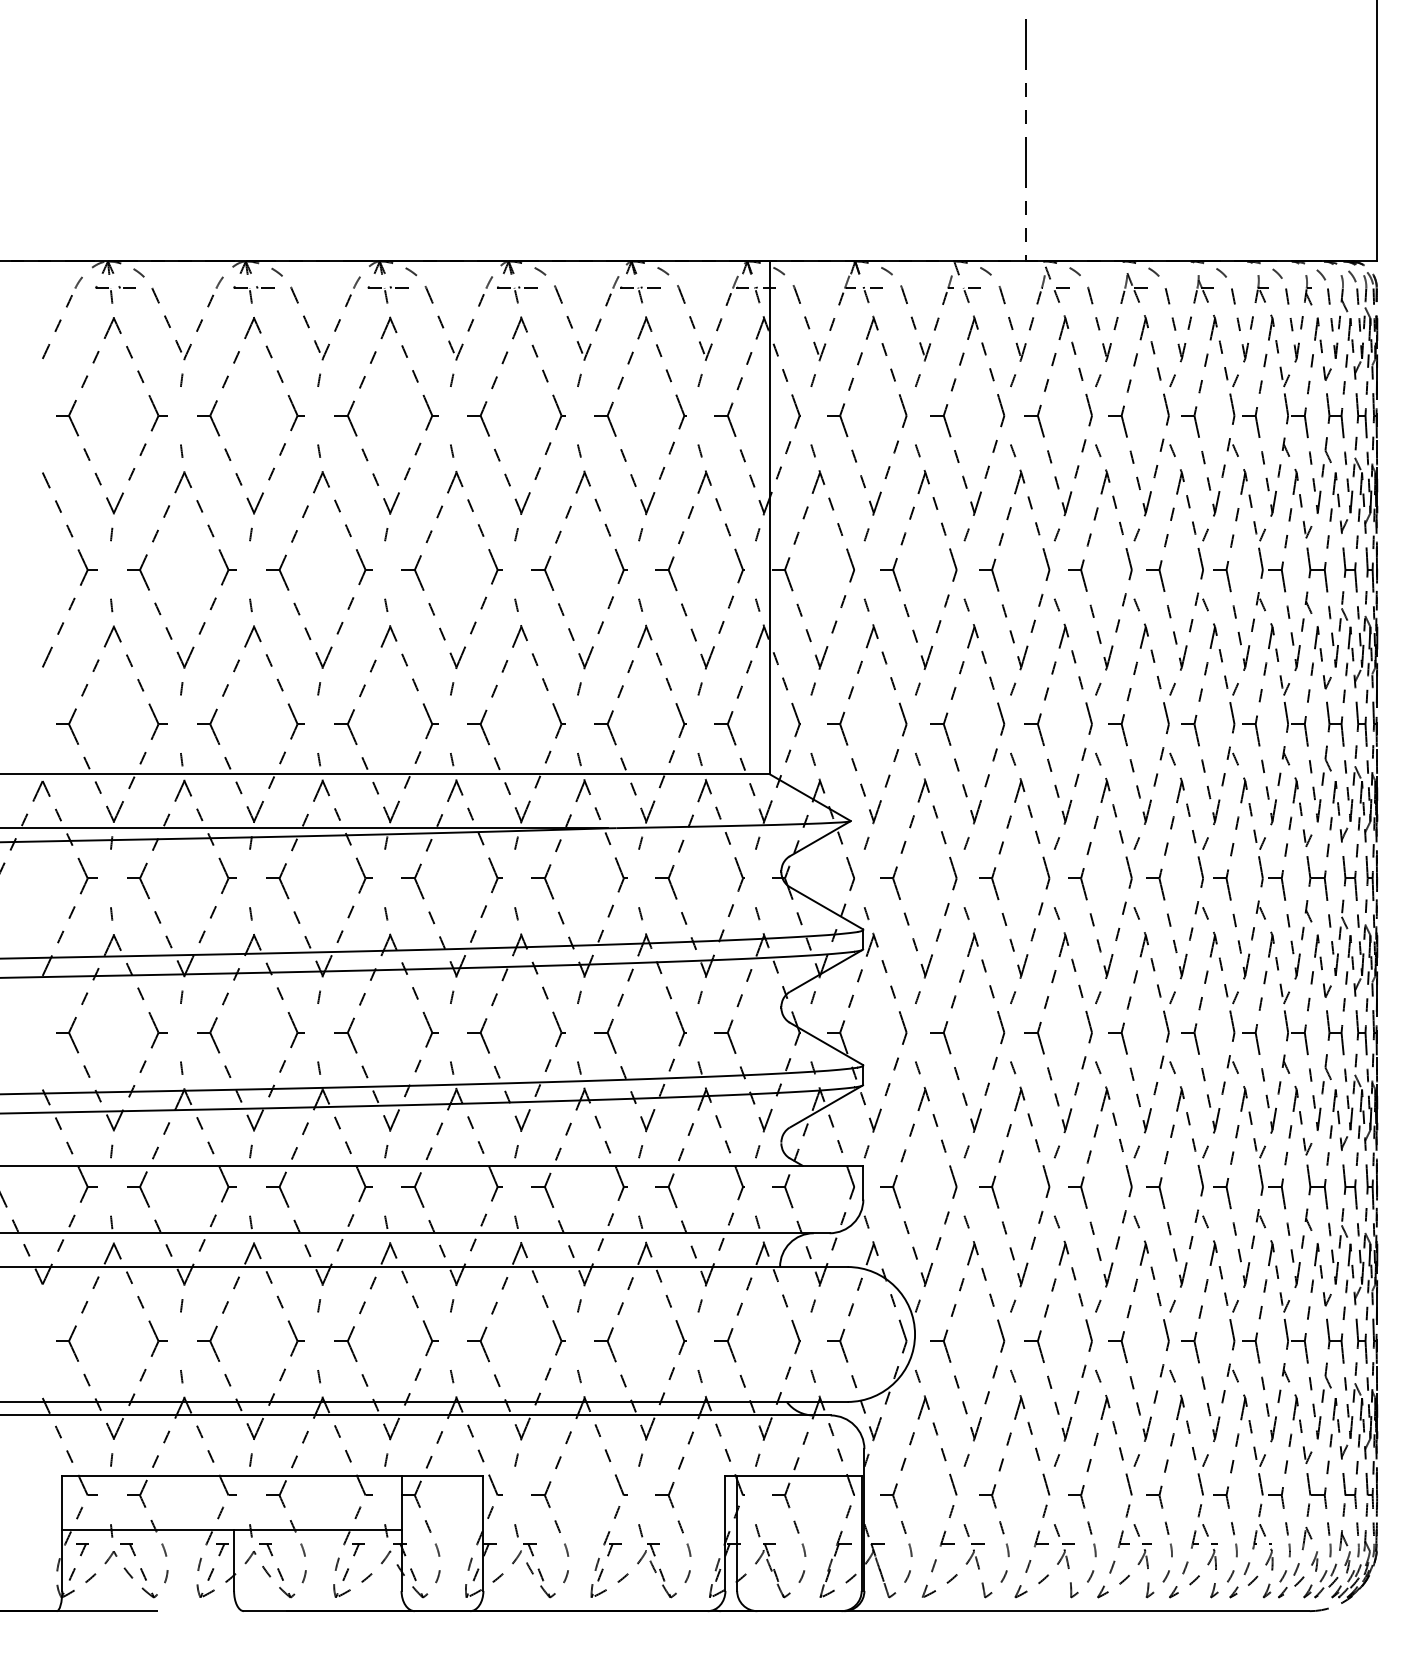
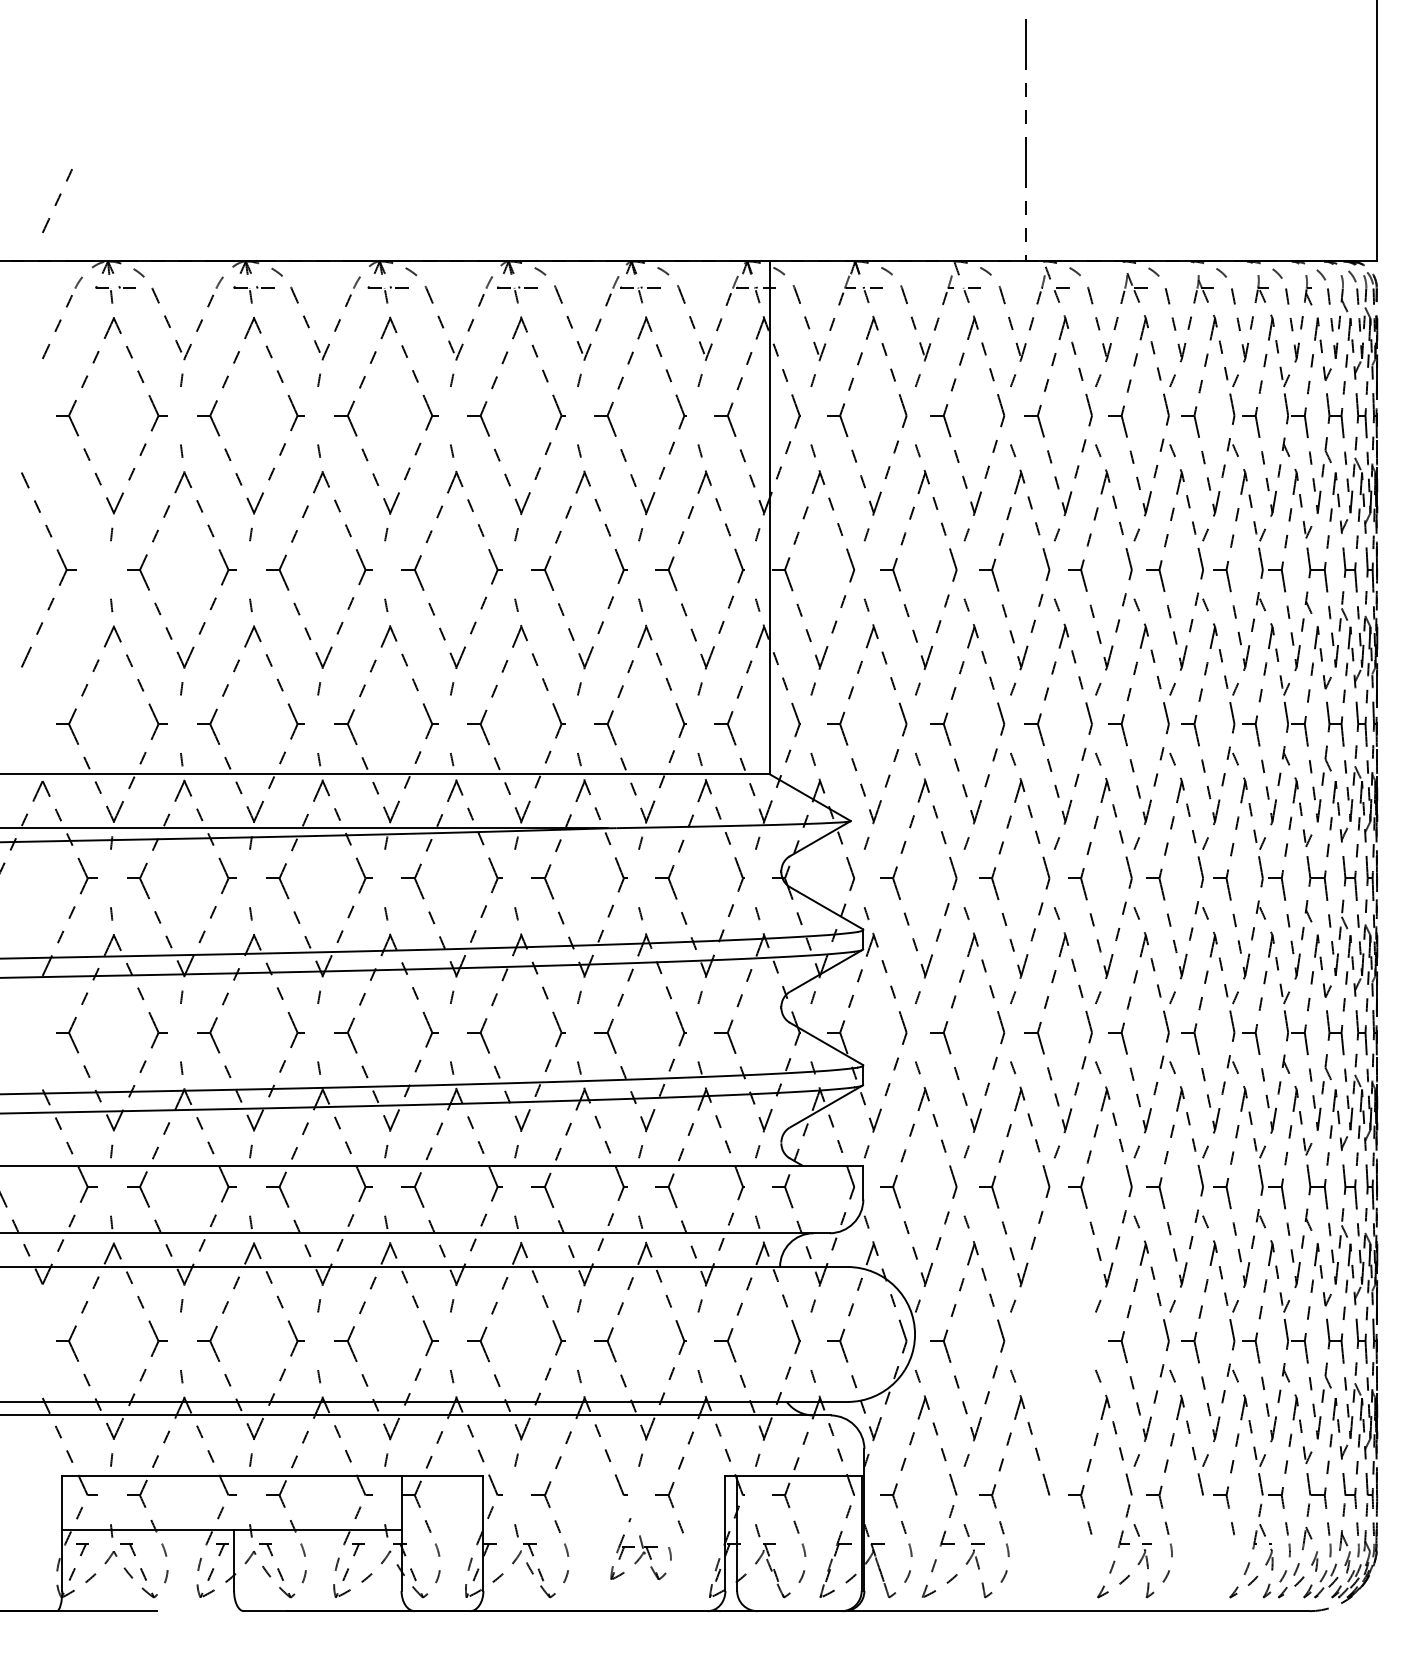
curve at (57, 201): none -> present
part at (83, 563) position: (83, 563) -> (62, 563)
part at (1040, 1336): present -> none
part at (1198, 1544): present -> none
part at (640, 1552) size: 102x93 px -> 62x63 px
part at (1062, 1554): present -> none
